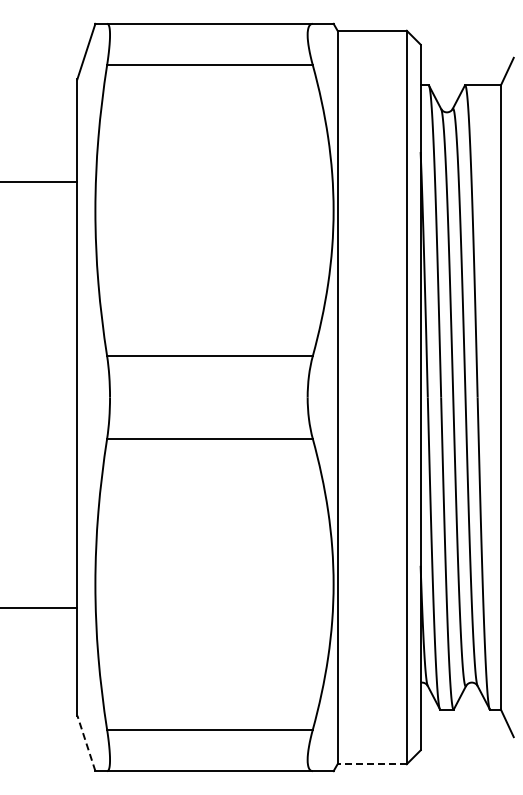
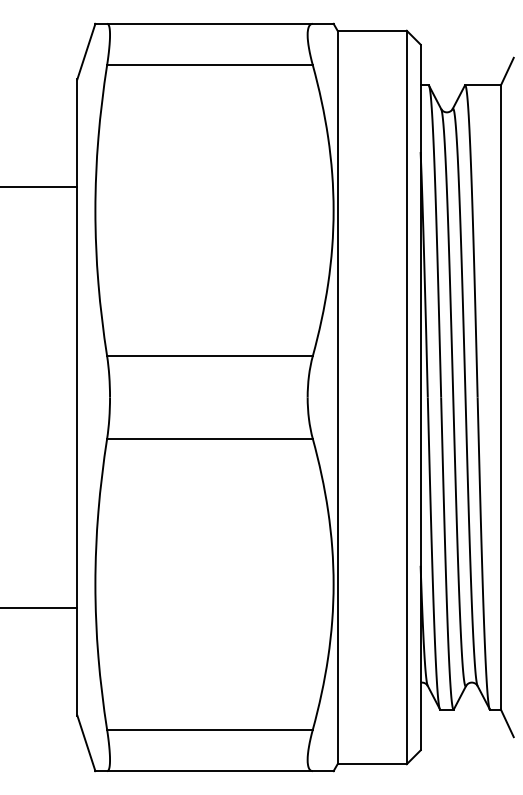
line at (39, 182) position: (39, 182) -> (39, 187)
line at (86, 743): dashed -> solid
line at (372, 764): dashed -> solid
